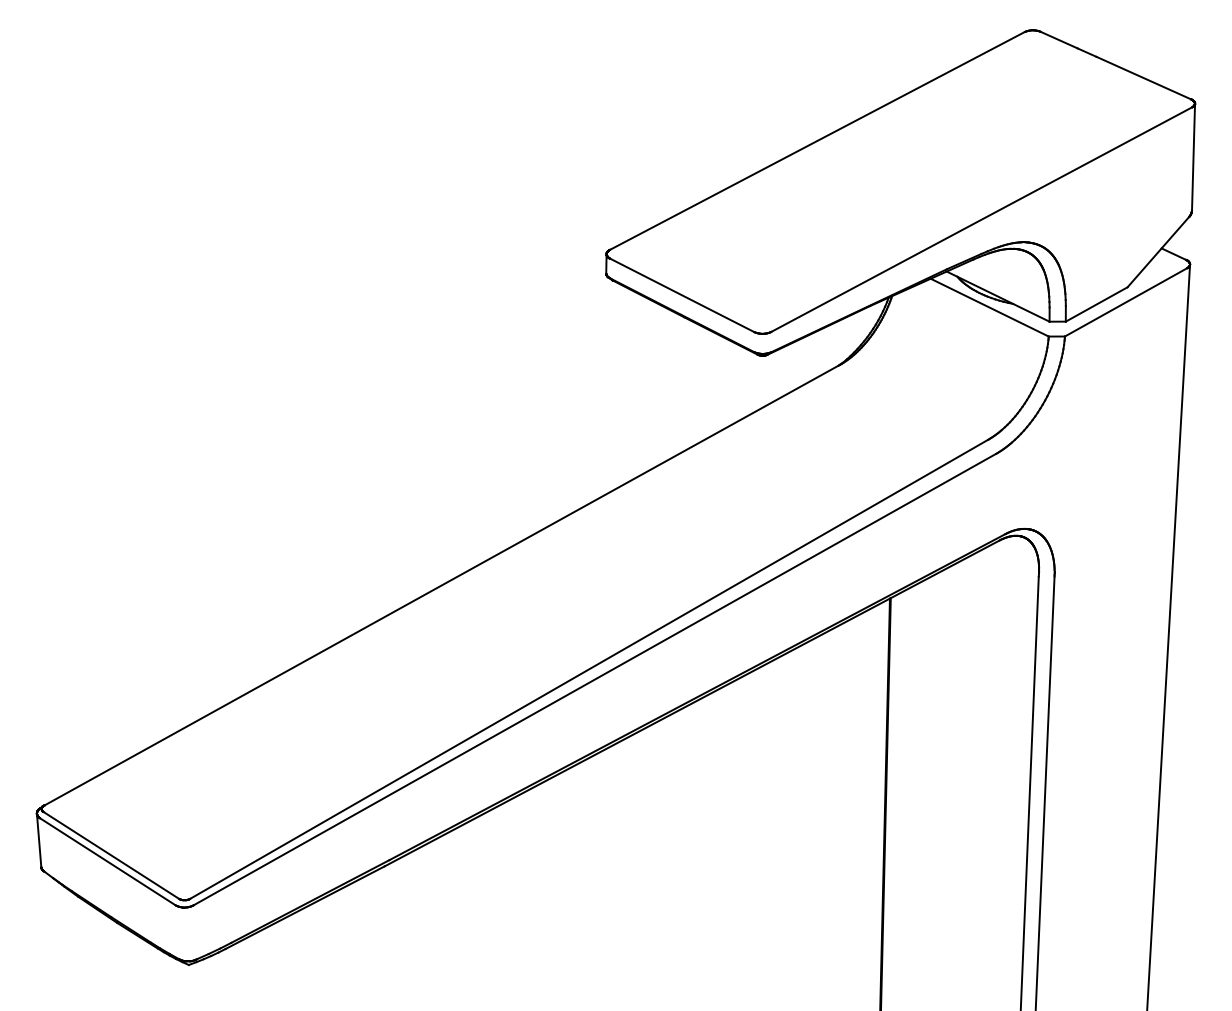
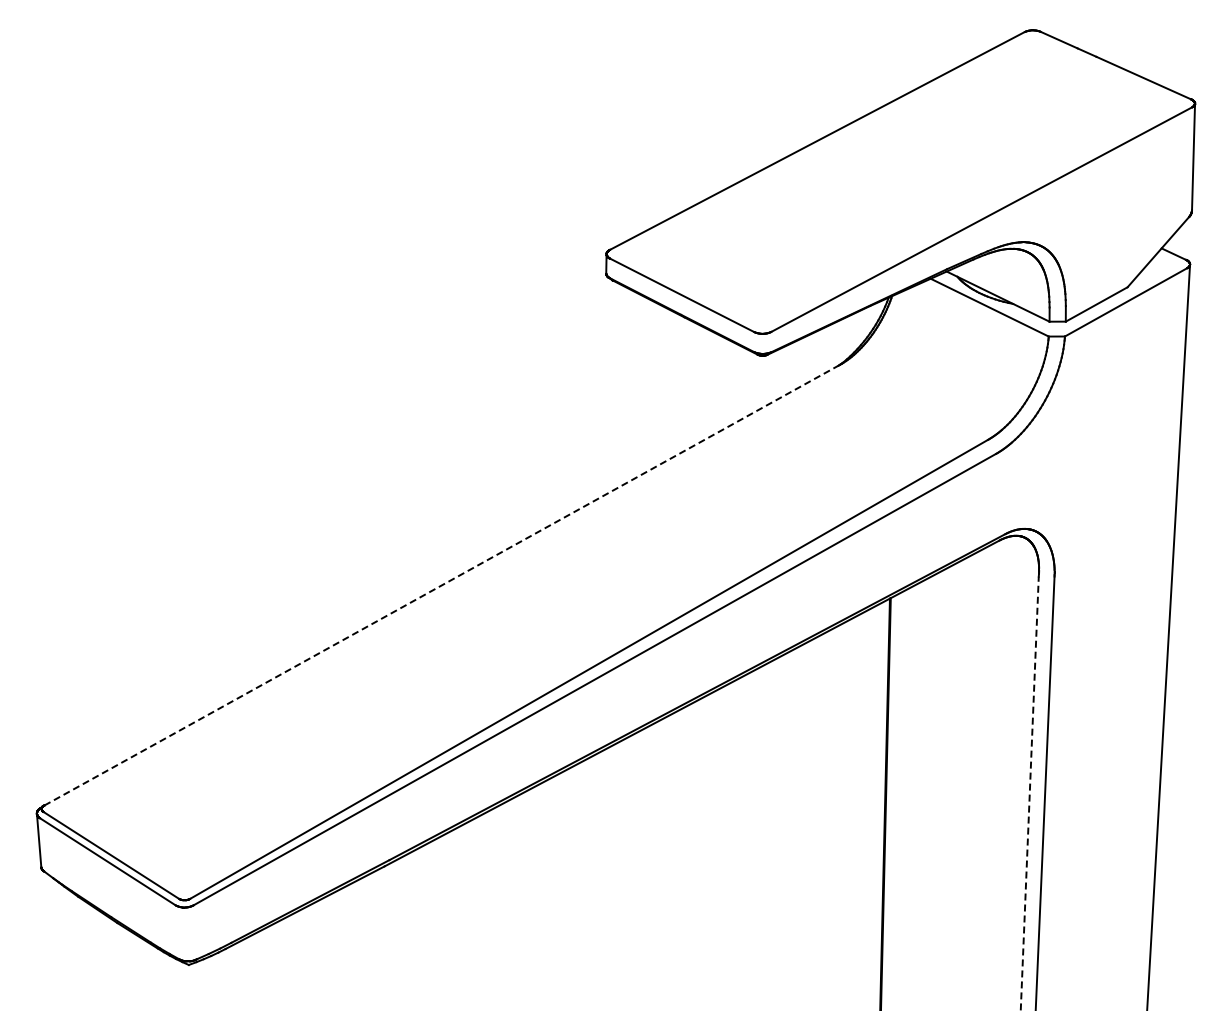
line at (442, 585): solid -> dashed
line at (1029, 793): solid -> dashed
